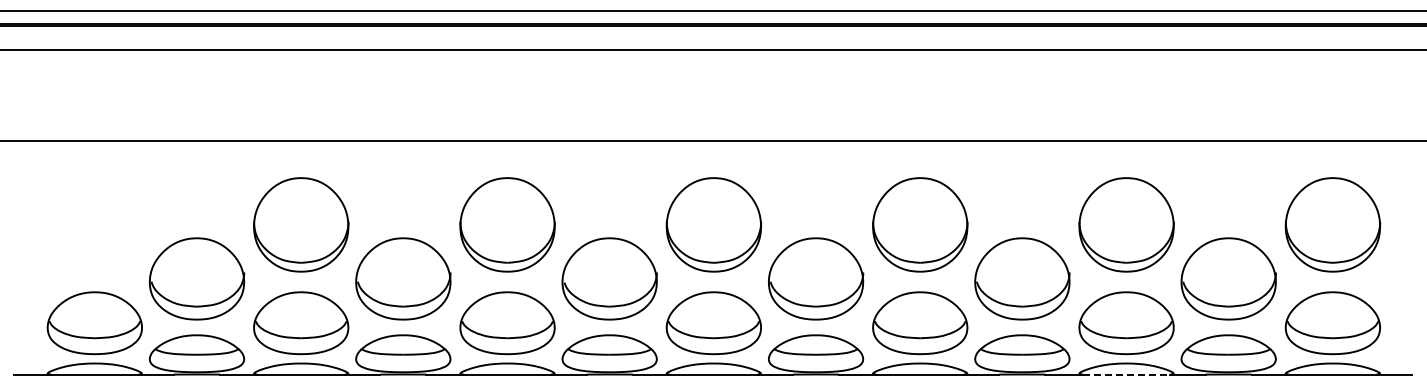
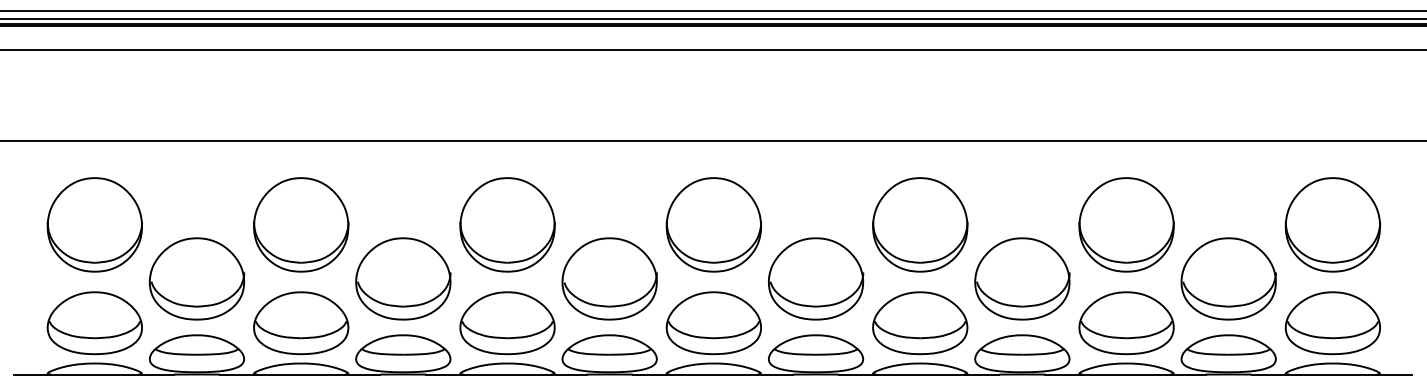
line at (712, 19): none -> present
part at (94, 224): none -> present
line at (1126, 374): dashed -> solid
